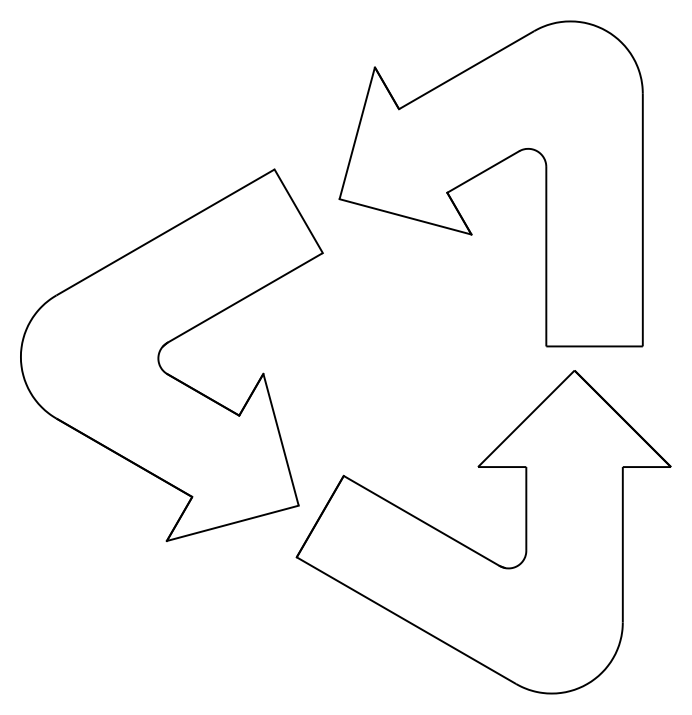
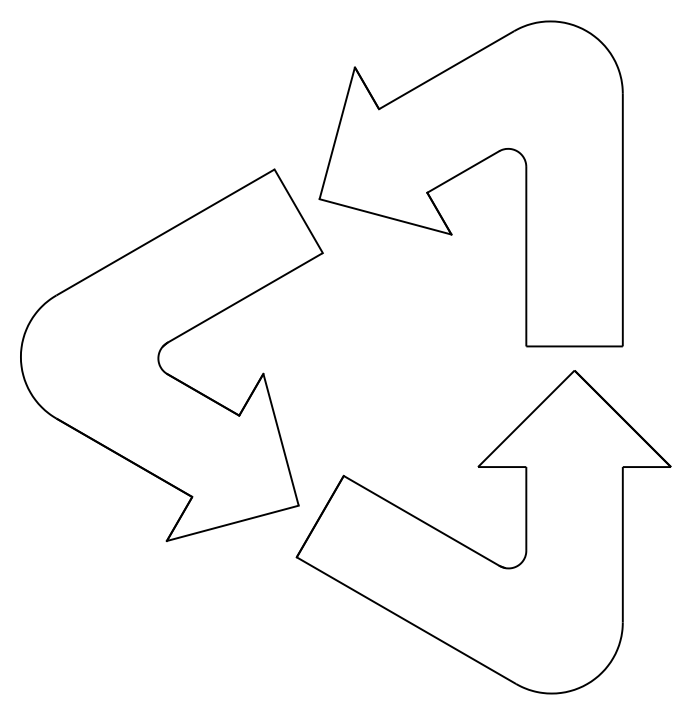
part at (484, 172) position: (484, 172) -> (464, 172)
